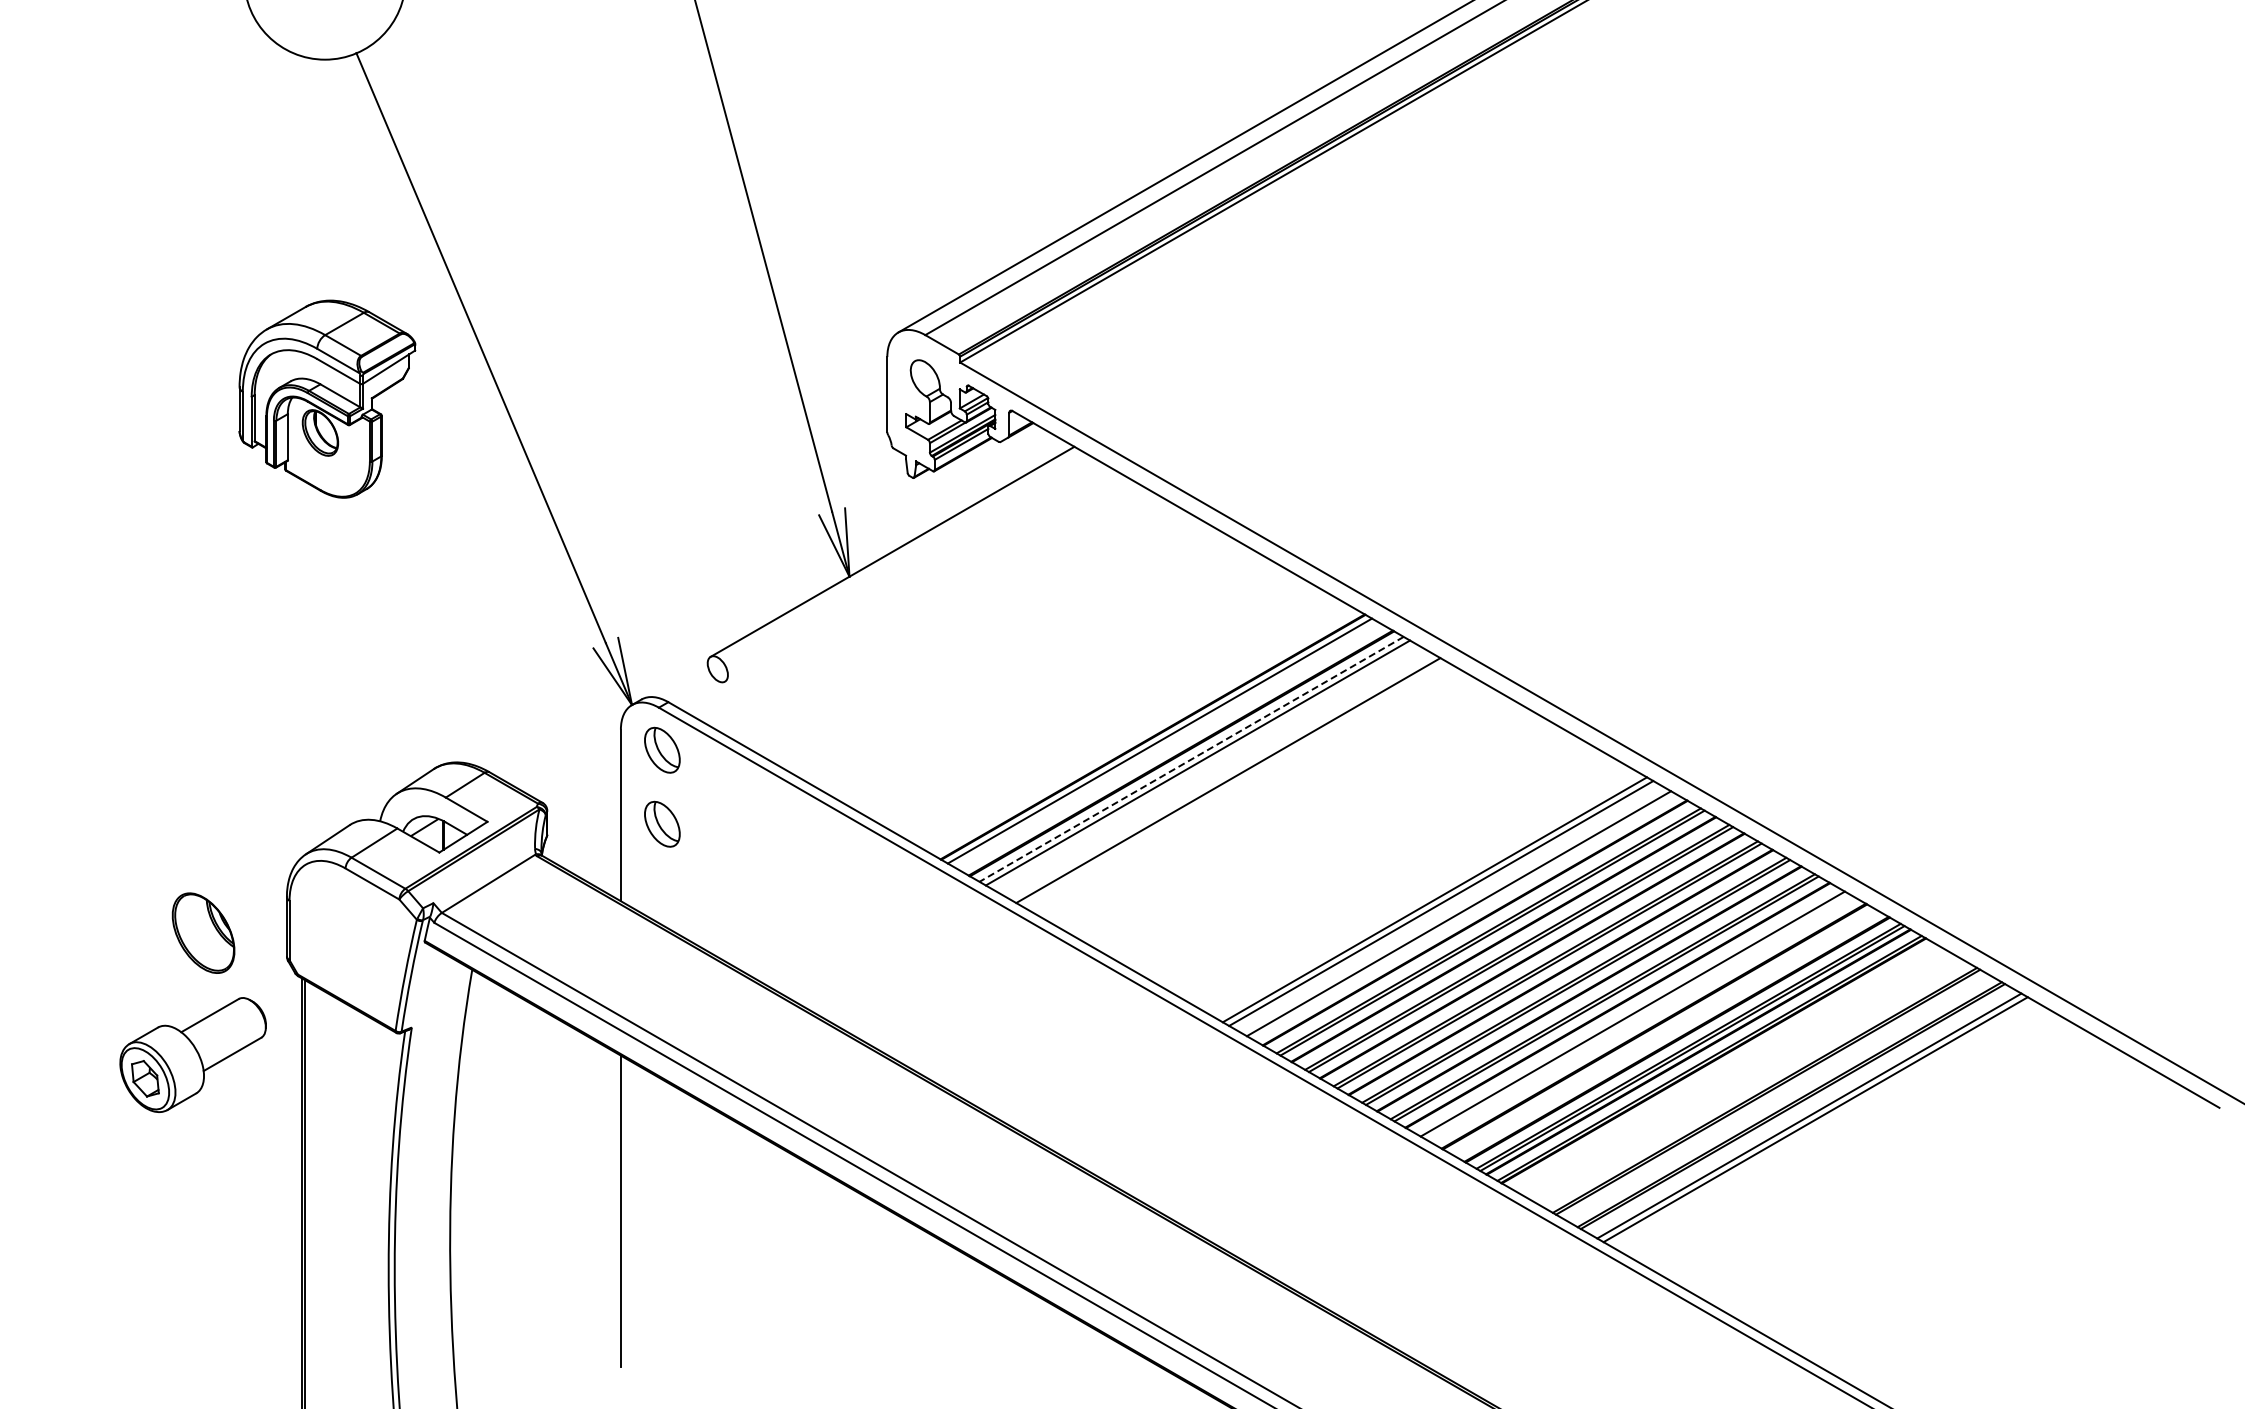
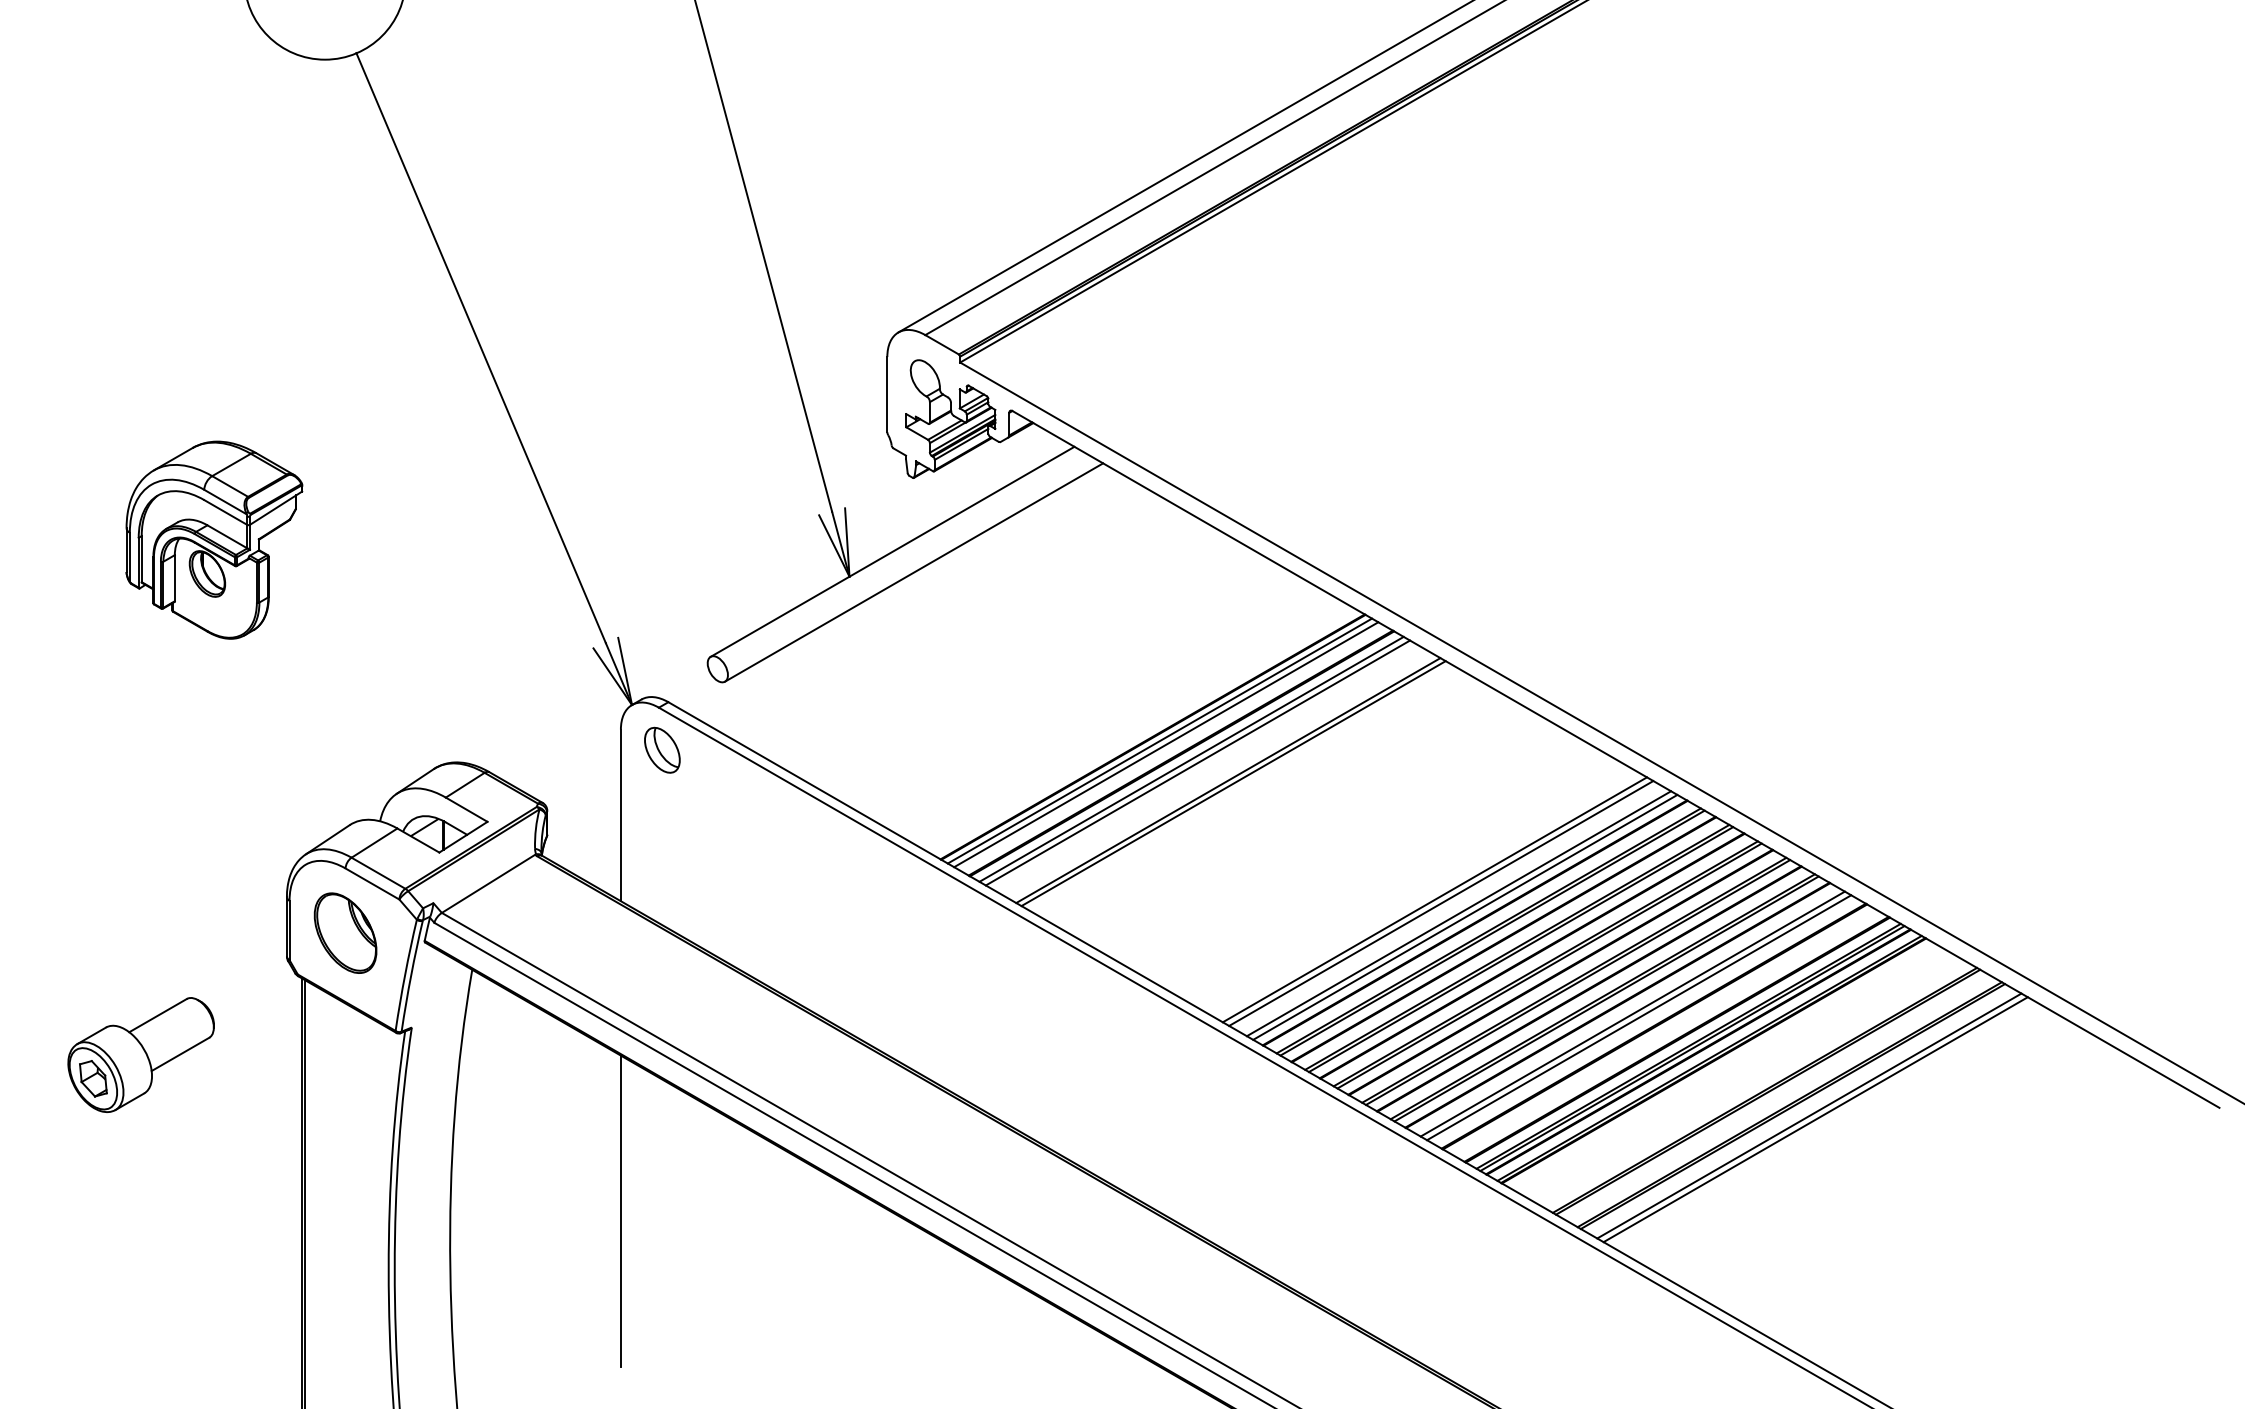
part at (327, 398) position: (327, 398) -> (214, 539)
line at (914, 572): none -> present
line at (1166, 744): none -> present
line at (1191, 759): dashed -> solid
line at (1233, 783): none -> present
part at (662, 823): present -> none
line at (1465, 916): none -> present
part at (203, 932) position: (203, 932) -> (345, 932)
line at (1639, 1017): none -> present
part at (192, 1054) position: (192, 1054) -> (140, 1054)
